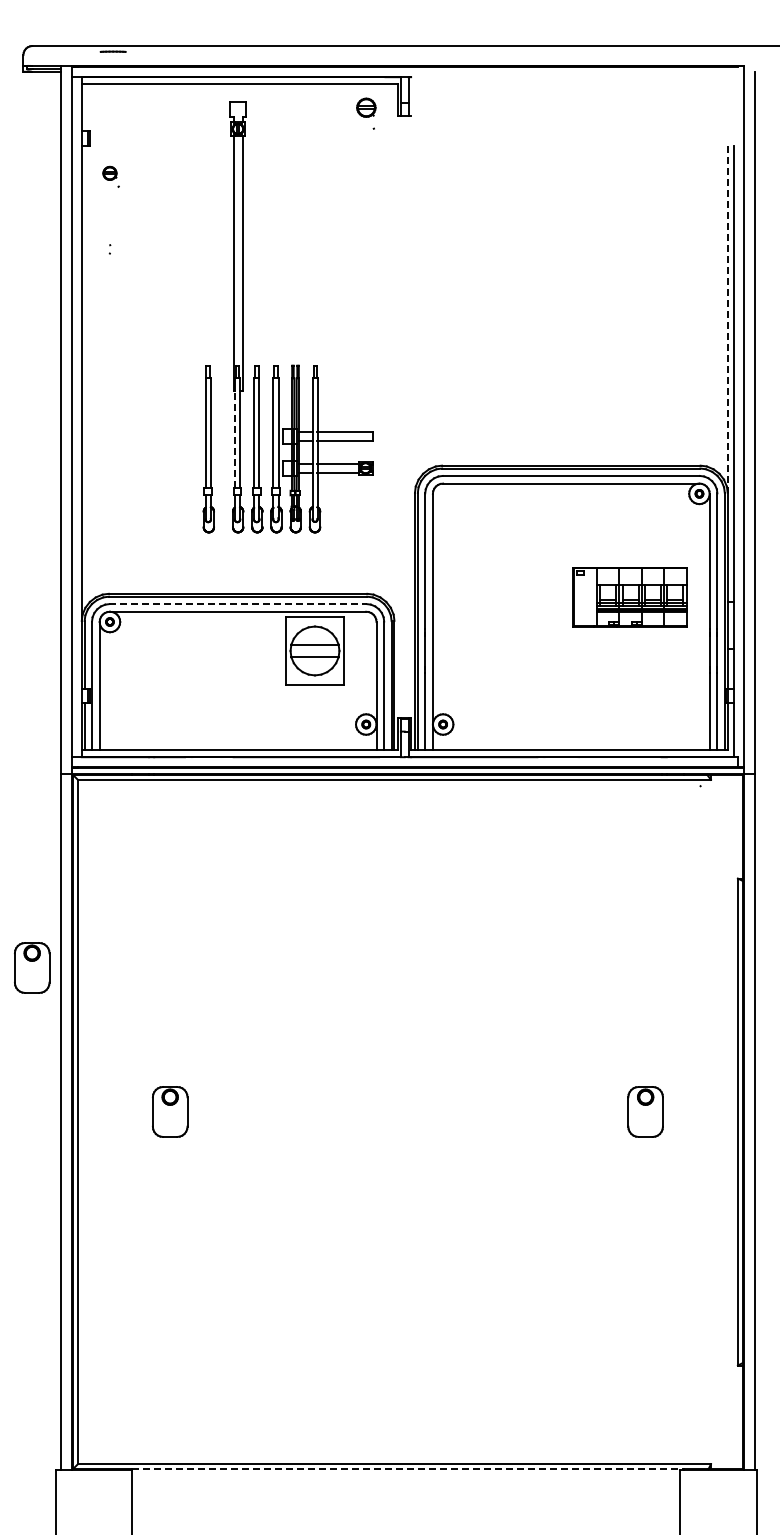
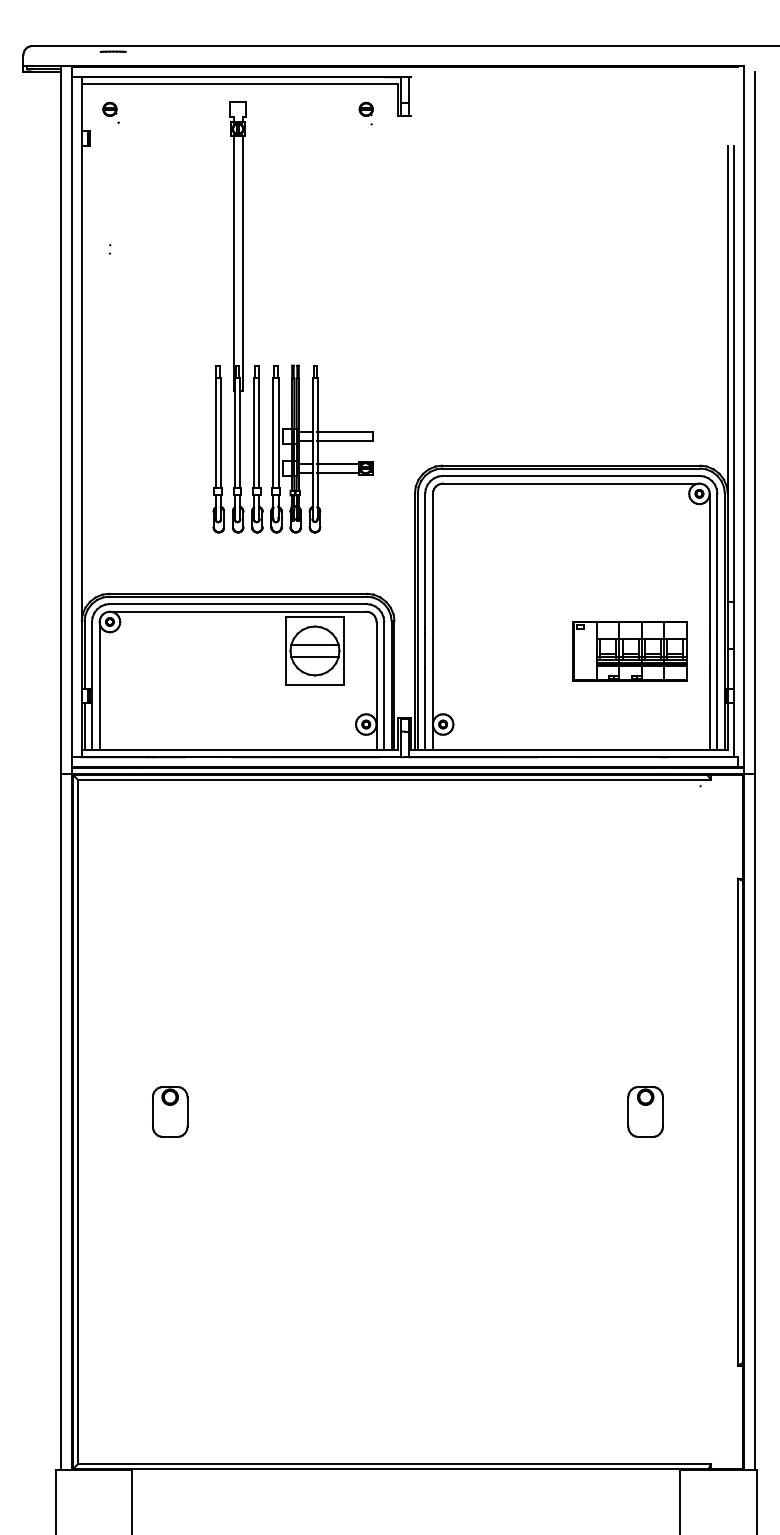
part at (366, 113) size: 21x33 px -> 16x25 px
part at (110, 176) position: (110, 176) -> (110, 112)
line at (727, 319): dashed -> solid
line at (234, 439): dashed -> solid
part at (208, 449) position: (208, 449) -> (218, 449)
part at (629, 597) position: (629, 597) -> (629, 651)
line at (238, 604): dashed -> solid
part at (32, 967): present -> none
line at (408, 1469): dashed -> solid
